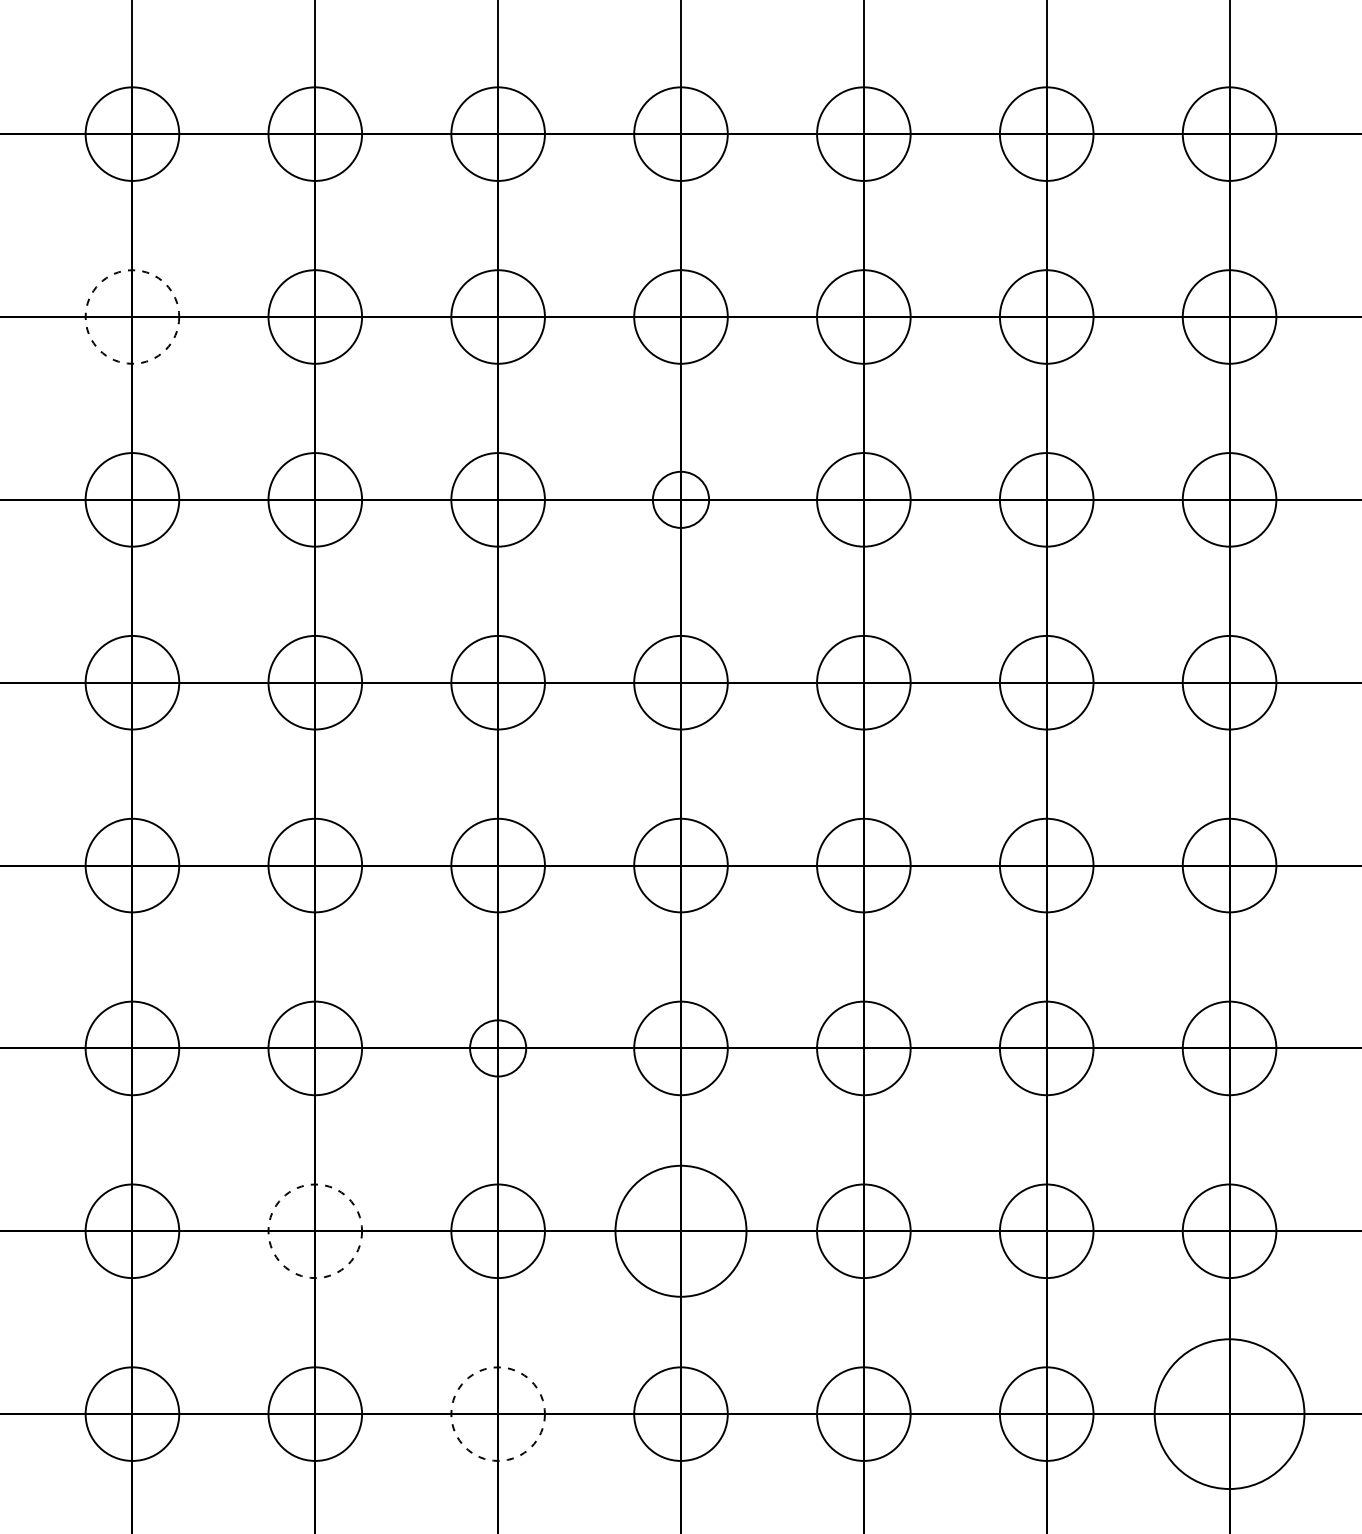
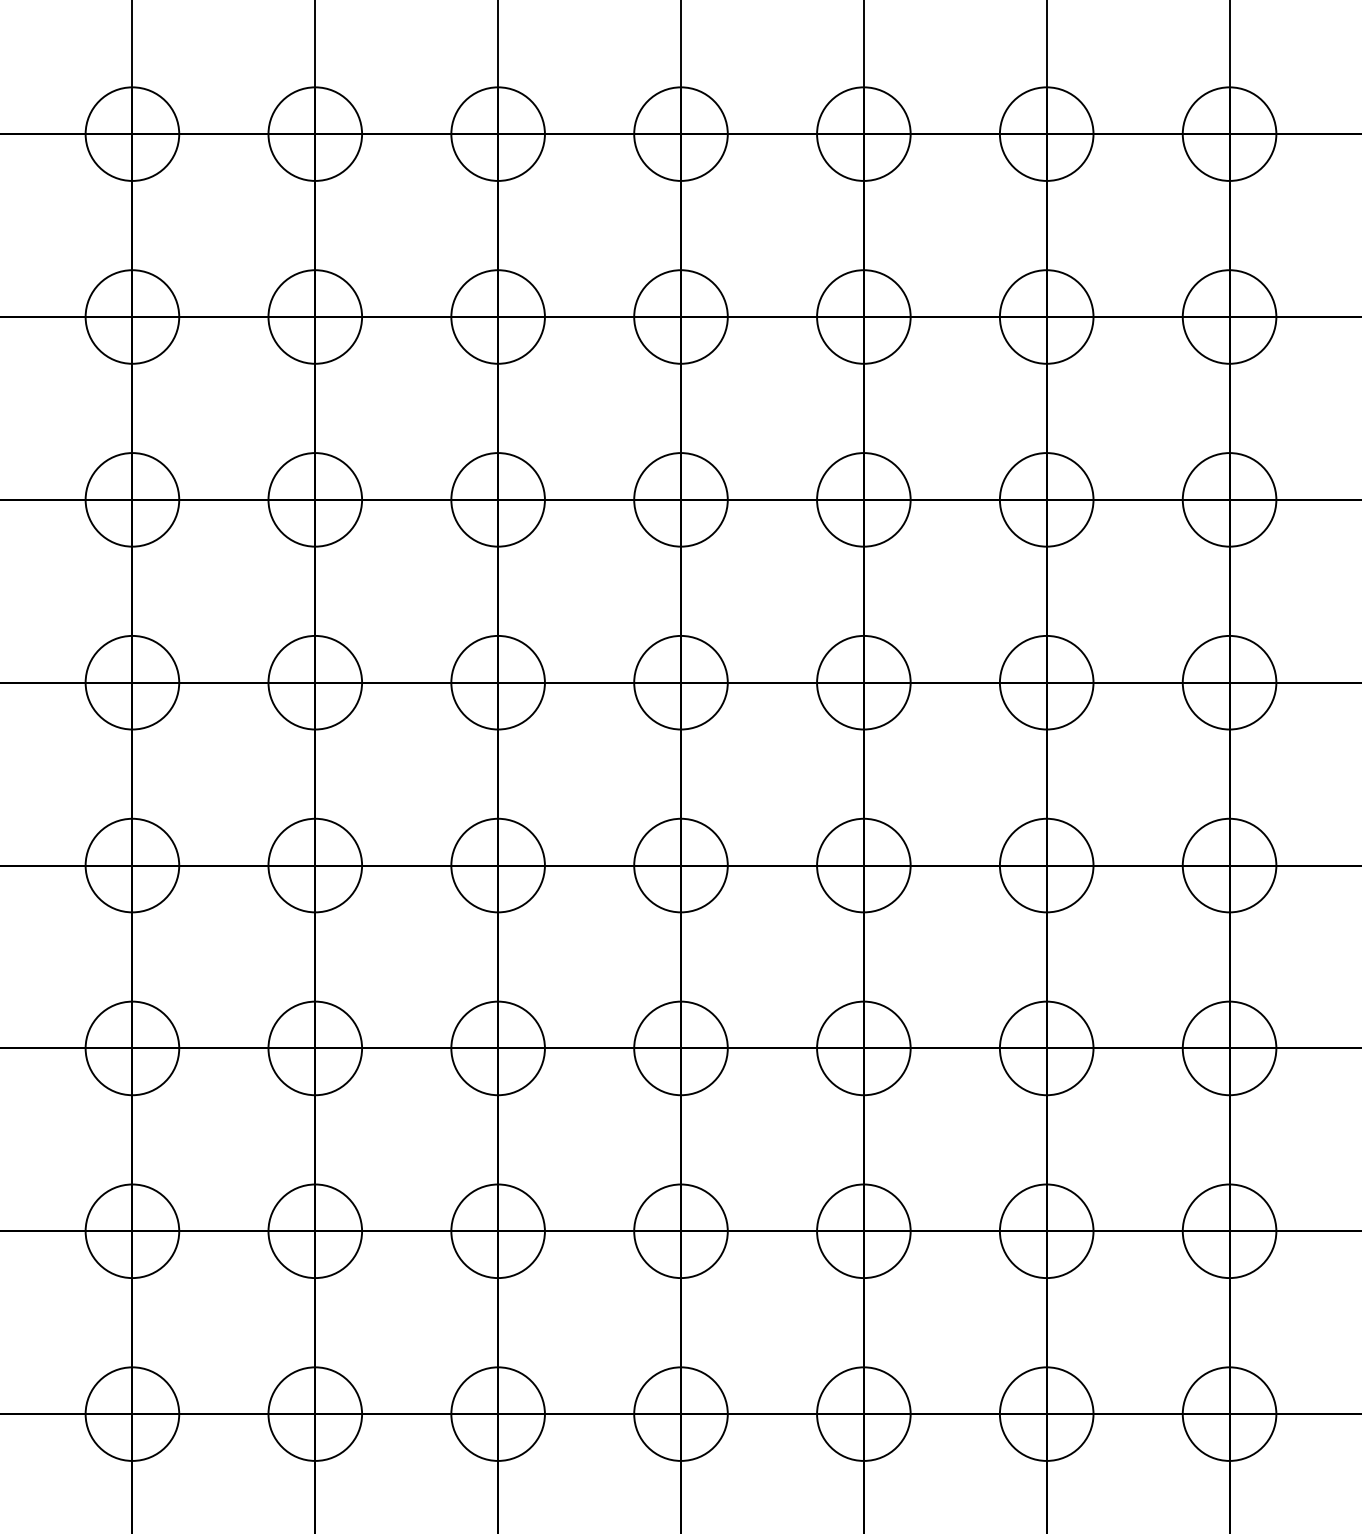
circle at (132, 316): dashed -> solid
circle at (680, 499) diameter: 56 px -> 94 px
circle at (498, 1048) diameter: 56 px -> 94 px
circle at (680, 1230) diameter: 131 px -> 94 px
circle at (315, 1231): dashed -> solid
circle at (497, 1413): dashed -> solid
circle at (1229, 1414) diameter: 150 px -> 94 px
